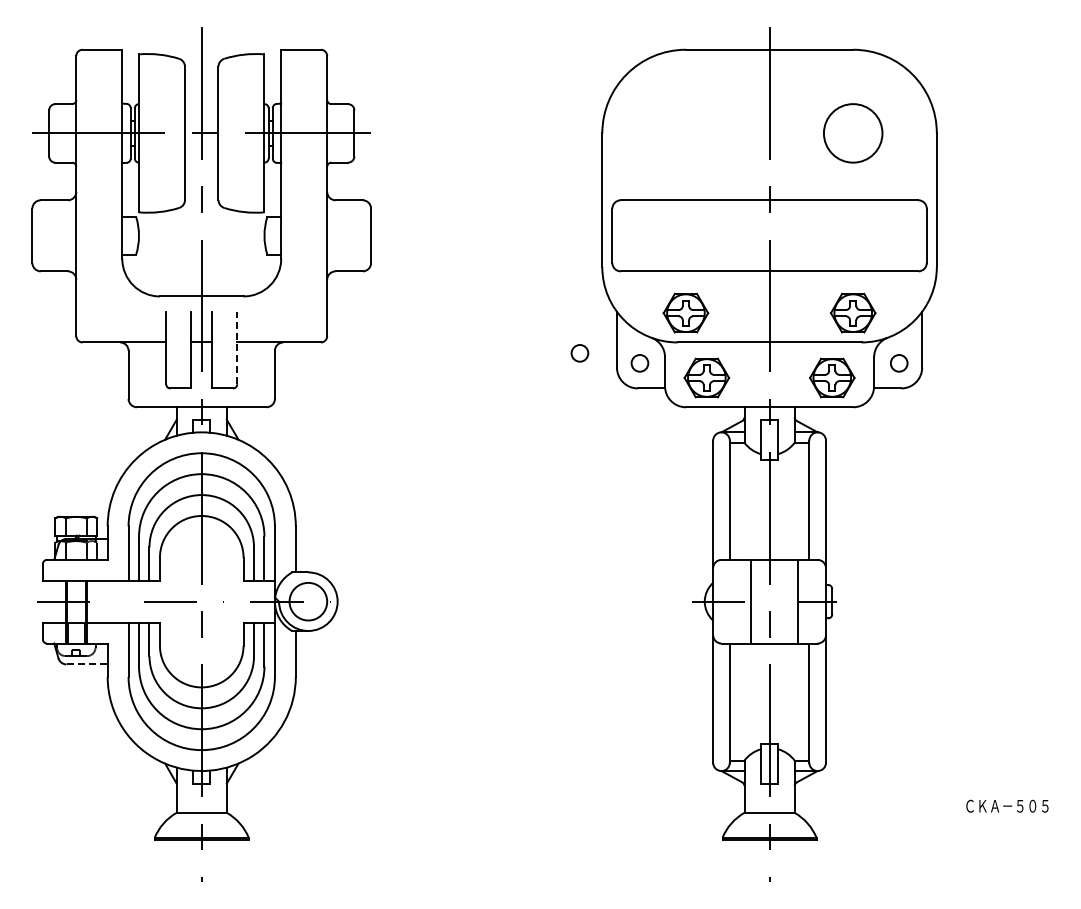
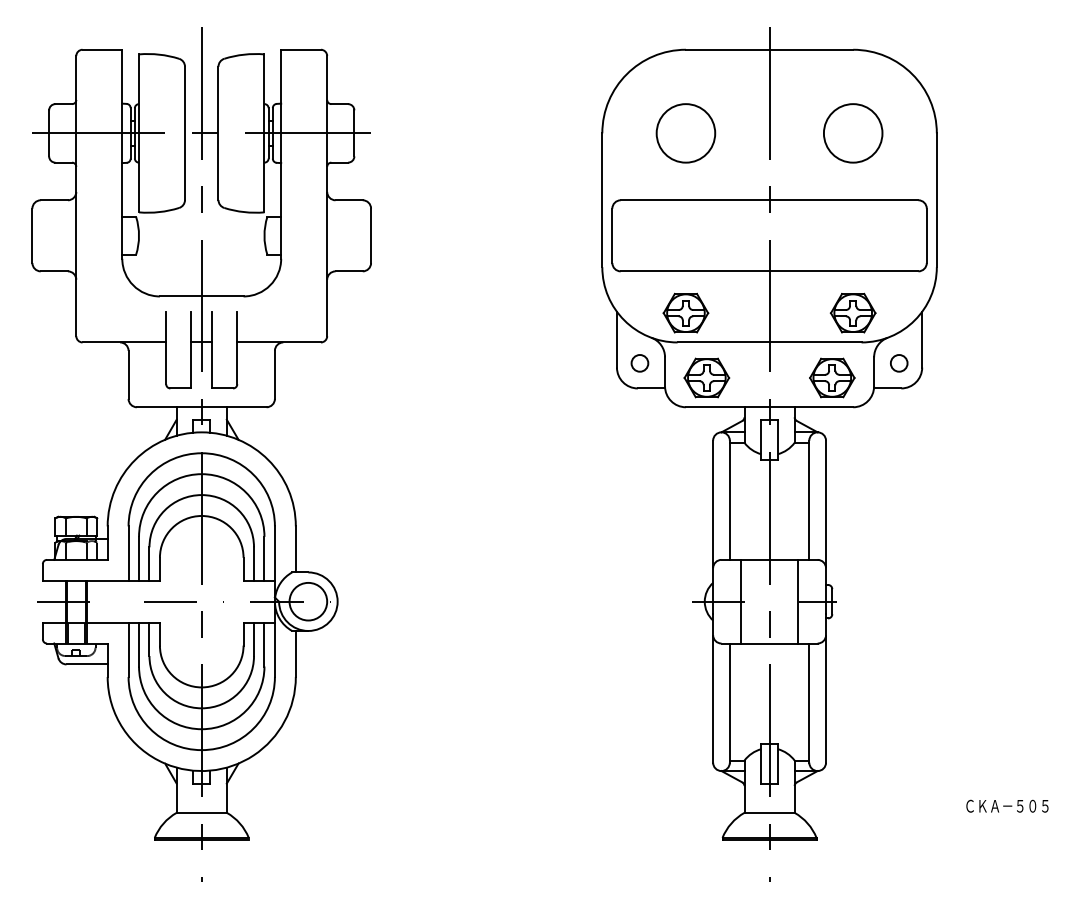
circle at (685, 133): none -> present
line at (237, 347): dashed -> solid
circle at (579, 353): present -> none
line at (751, 601) position: (751, 601) -> (741, 601)
line at (87, 664): dashed -> solid
